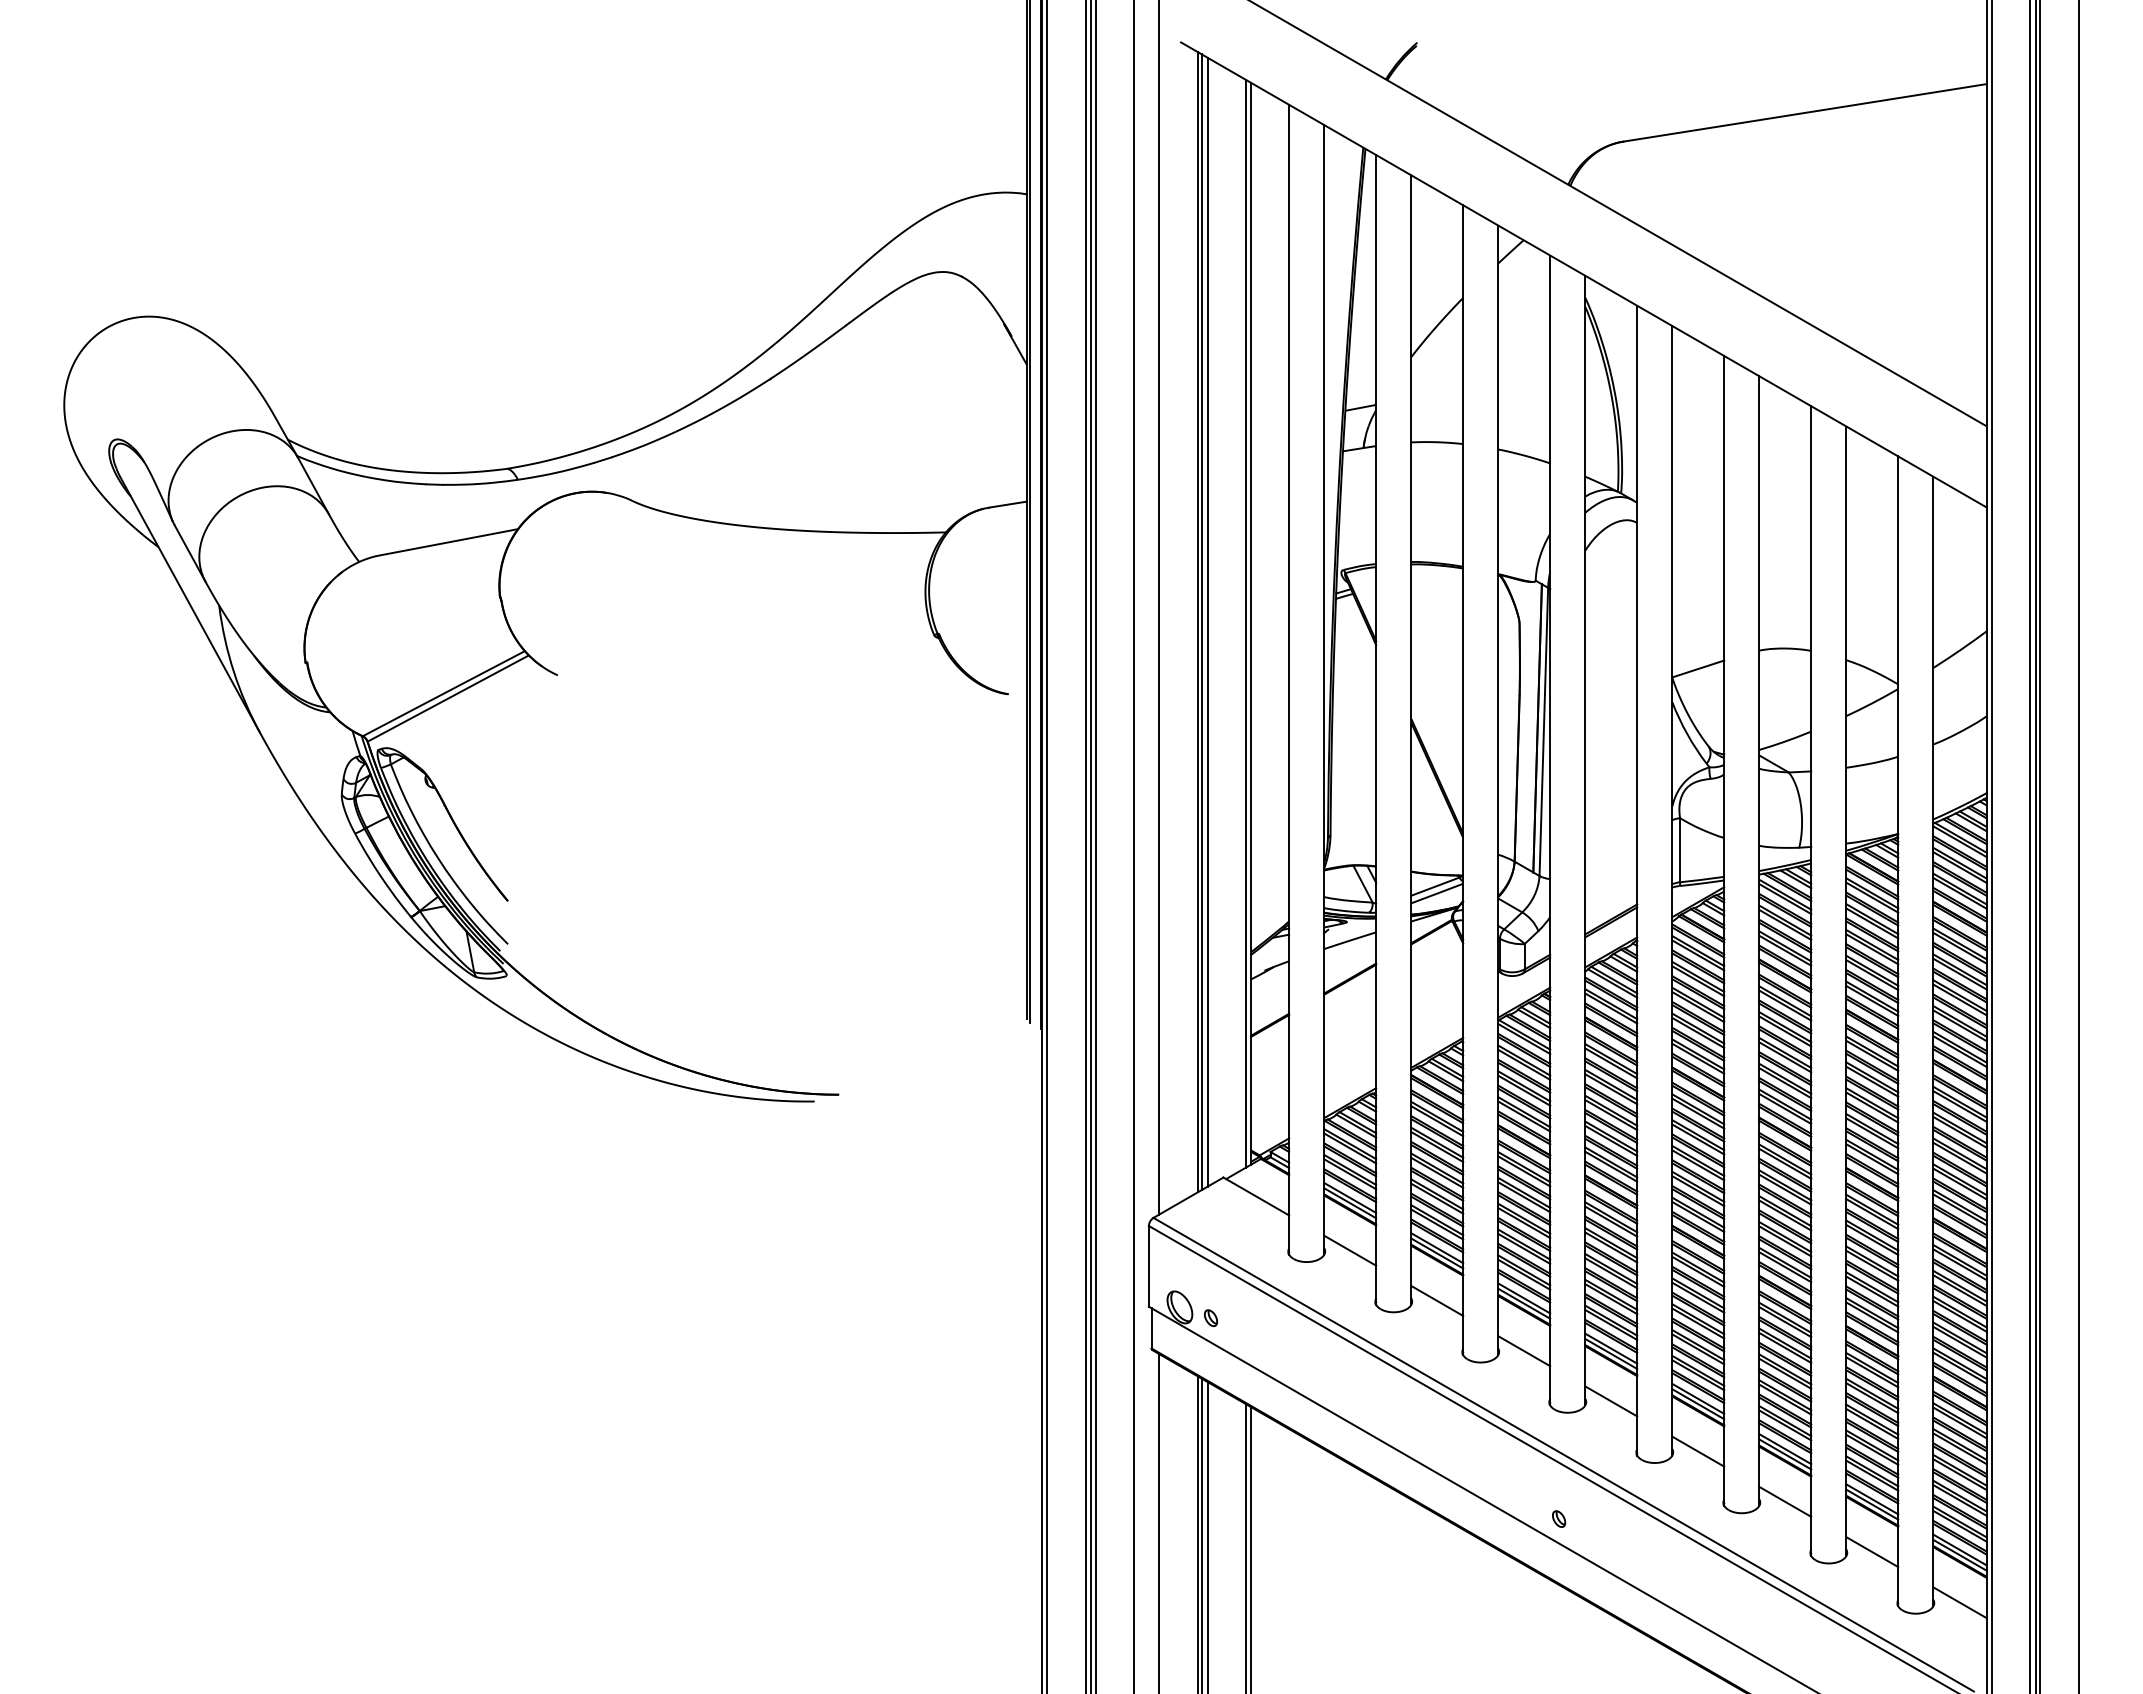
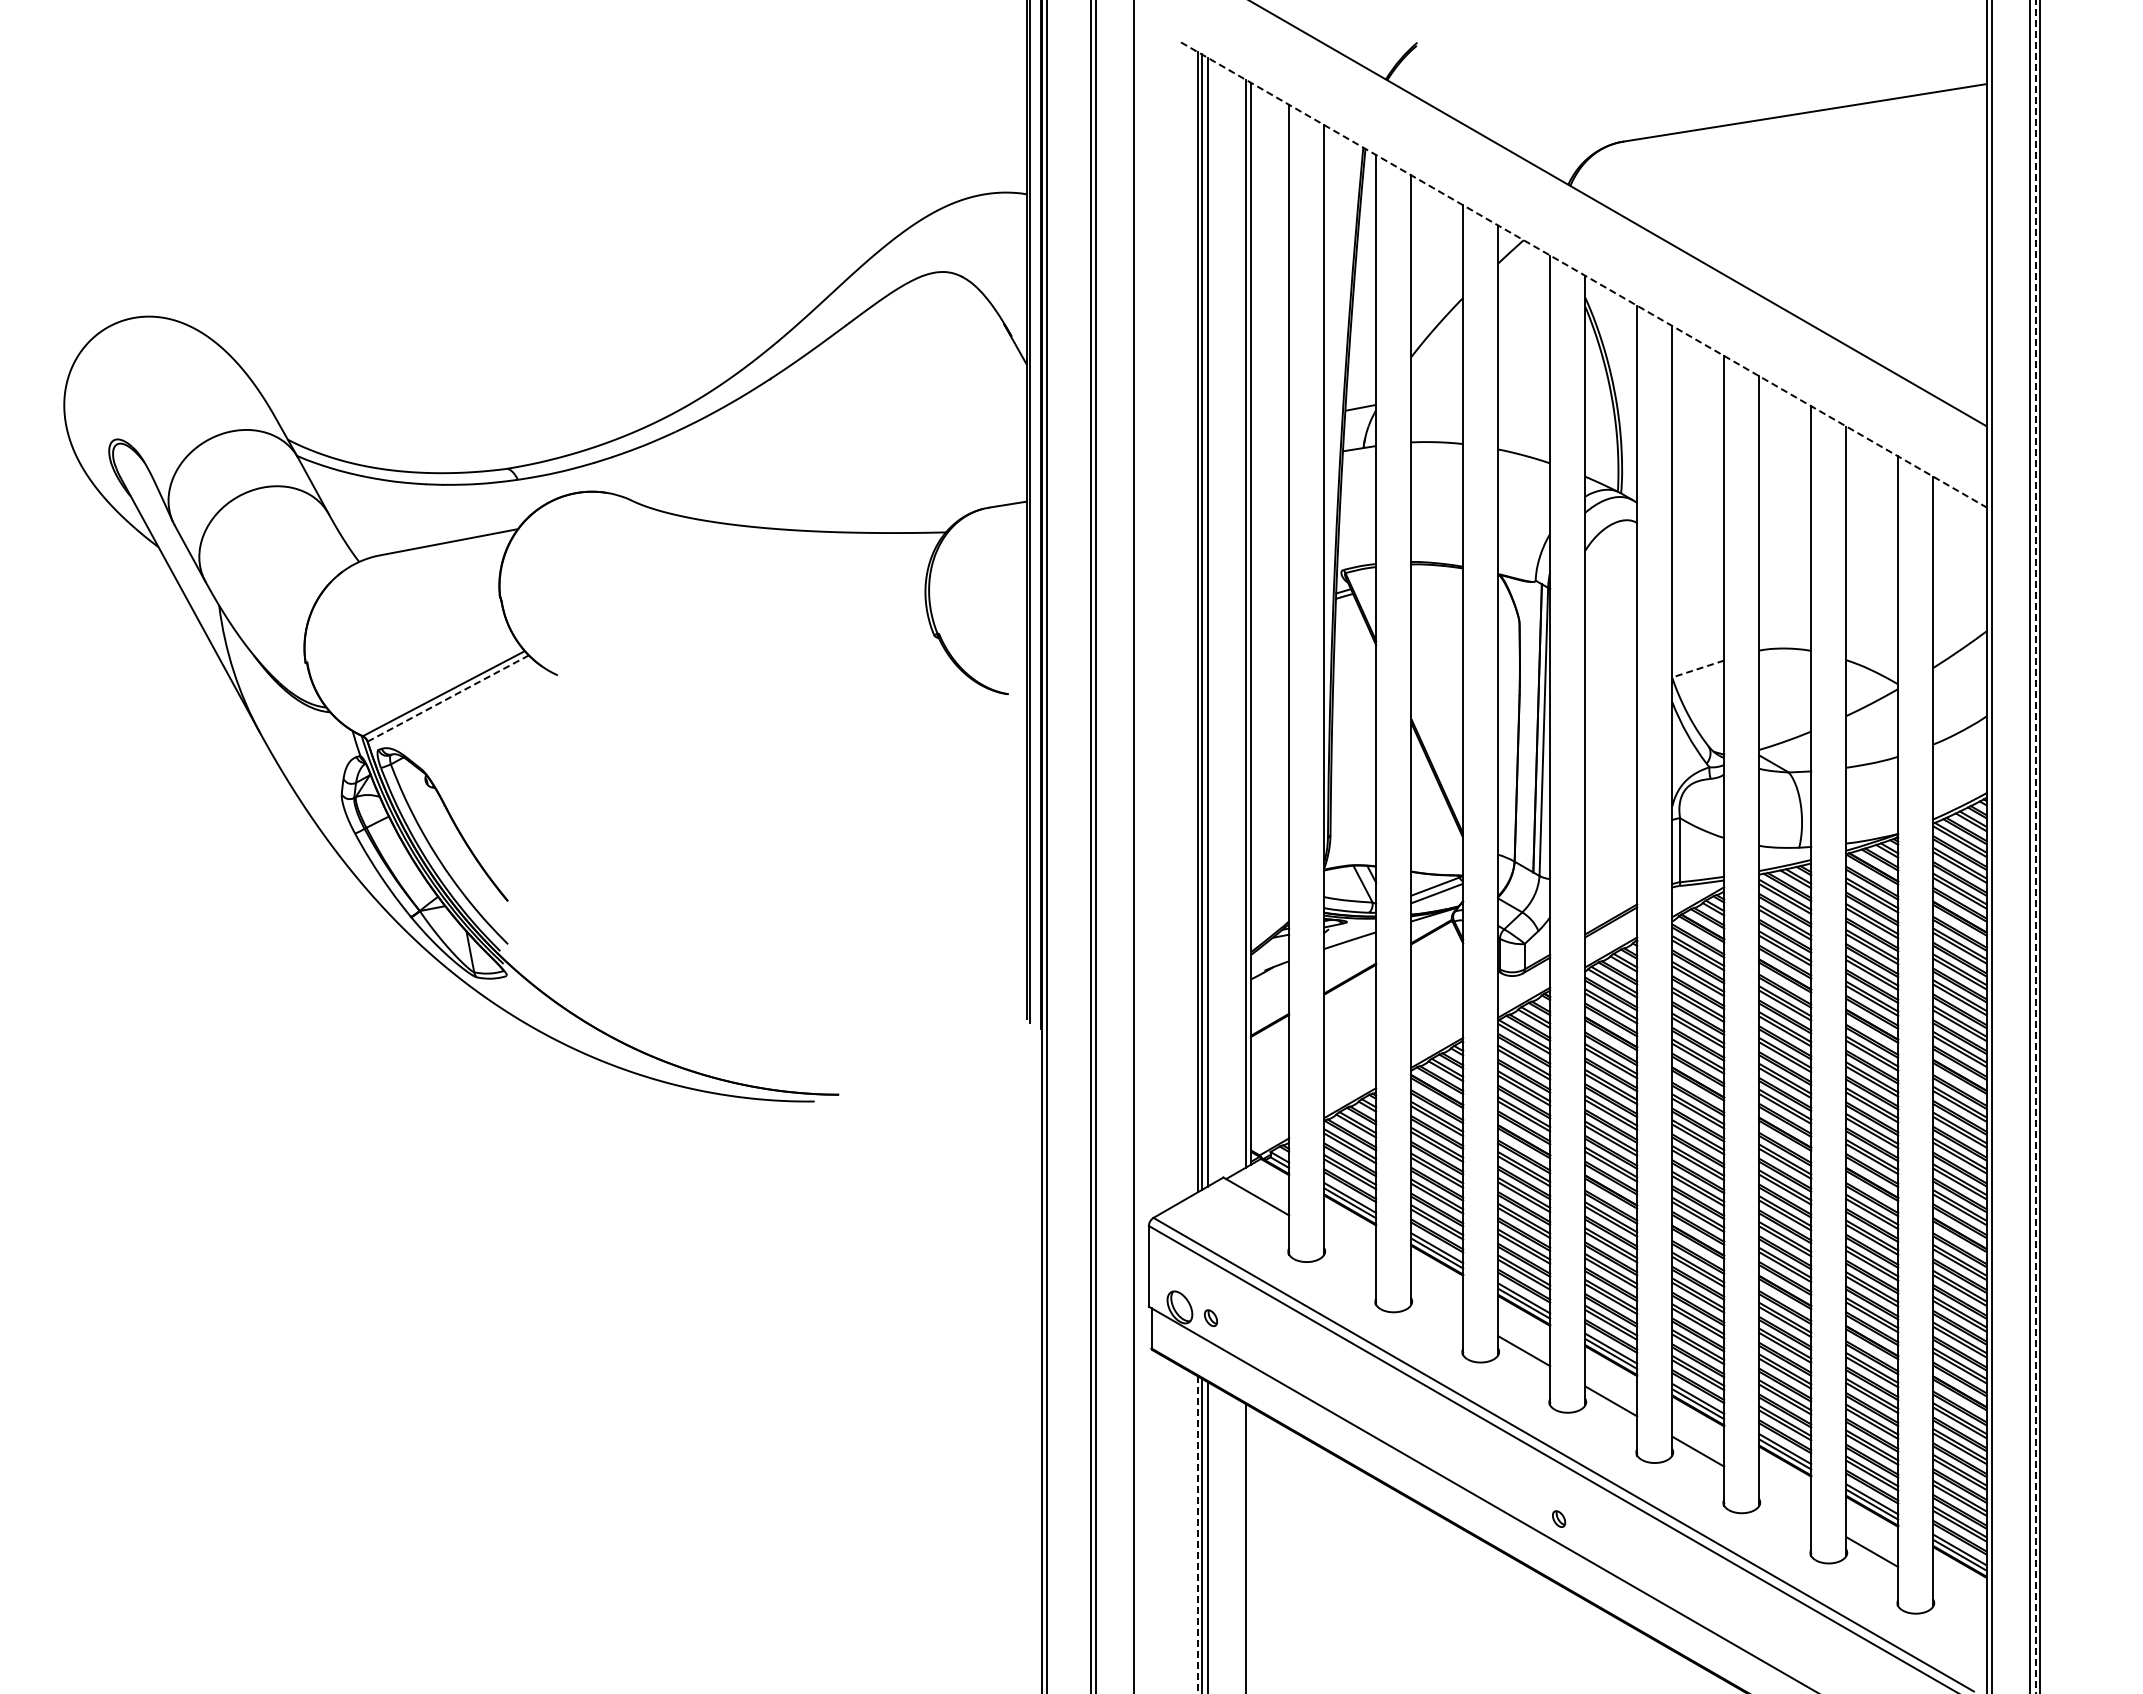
line at (1584, 275): solid -> dashed
line at (1159, 608): present -> none
line at (1697, 669): solid -> dashed
line at (448, 698): solid -> dashed
line at (1085, 846): present -> none
line at (2078, 846): present -> none
line at (2035, 847): solid -> dashed
line at (1350, 1250): present -> none
line at (1437, 1300): present -> none
line at (1785, 1501): present -> none
line at (1159, 1521): present -> none
line at (1197, 1535): solid -> dashed
line at (1251, 1548): present -> none
line at (1959, 1602): present -> none
